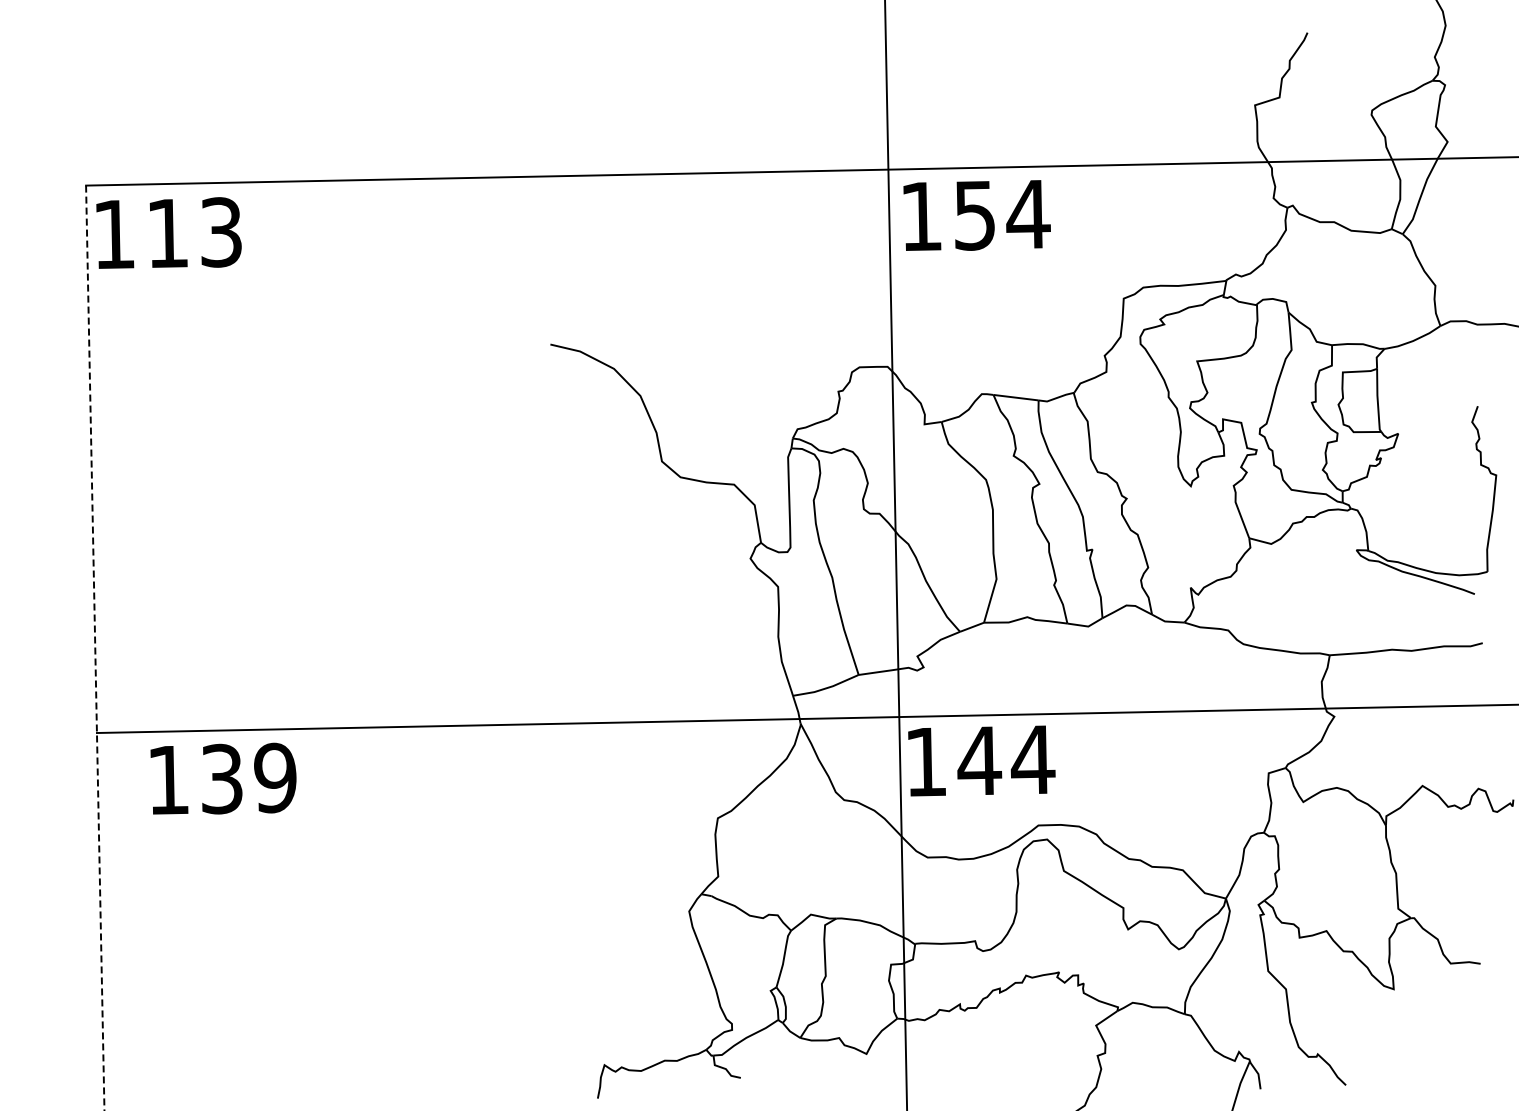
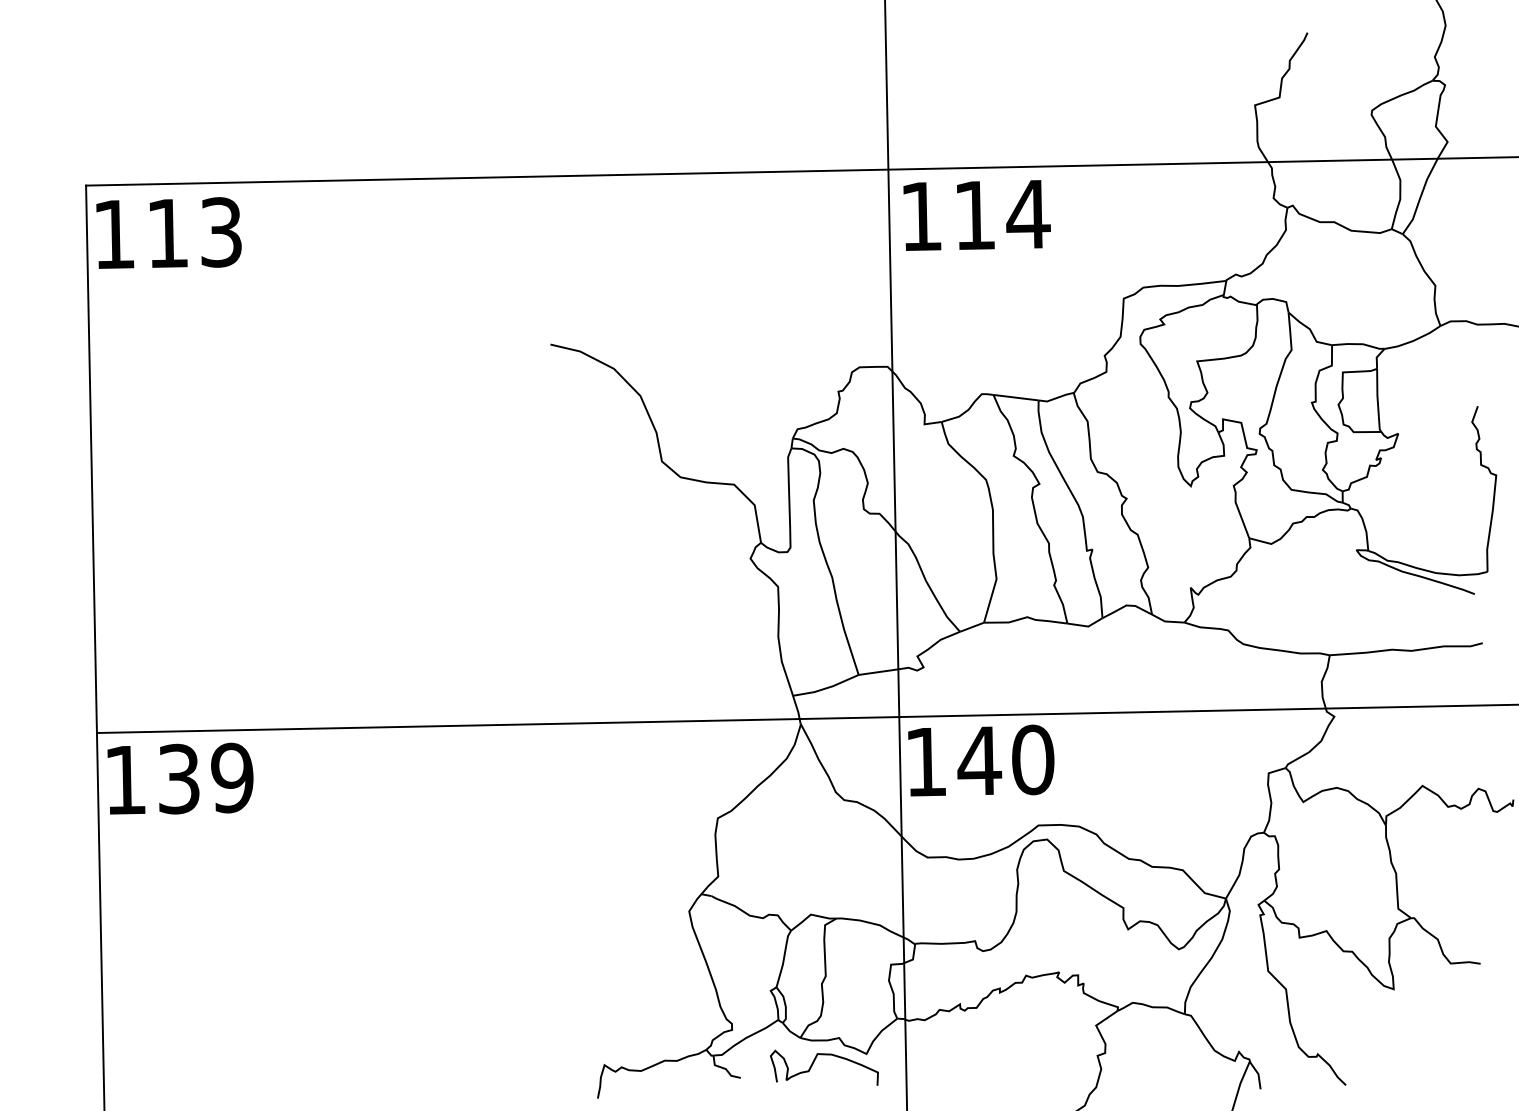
text at (974, 215): 154 -> 114
line at (95, 648): dashed -> solid
text at (1032, 759): 144 -> 140
text at (223, 778) position: (223, 778) -> (180, 778)
curve at (814, 1062): none -> present
